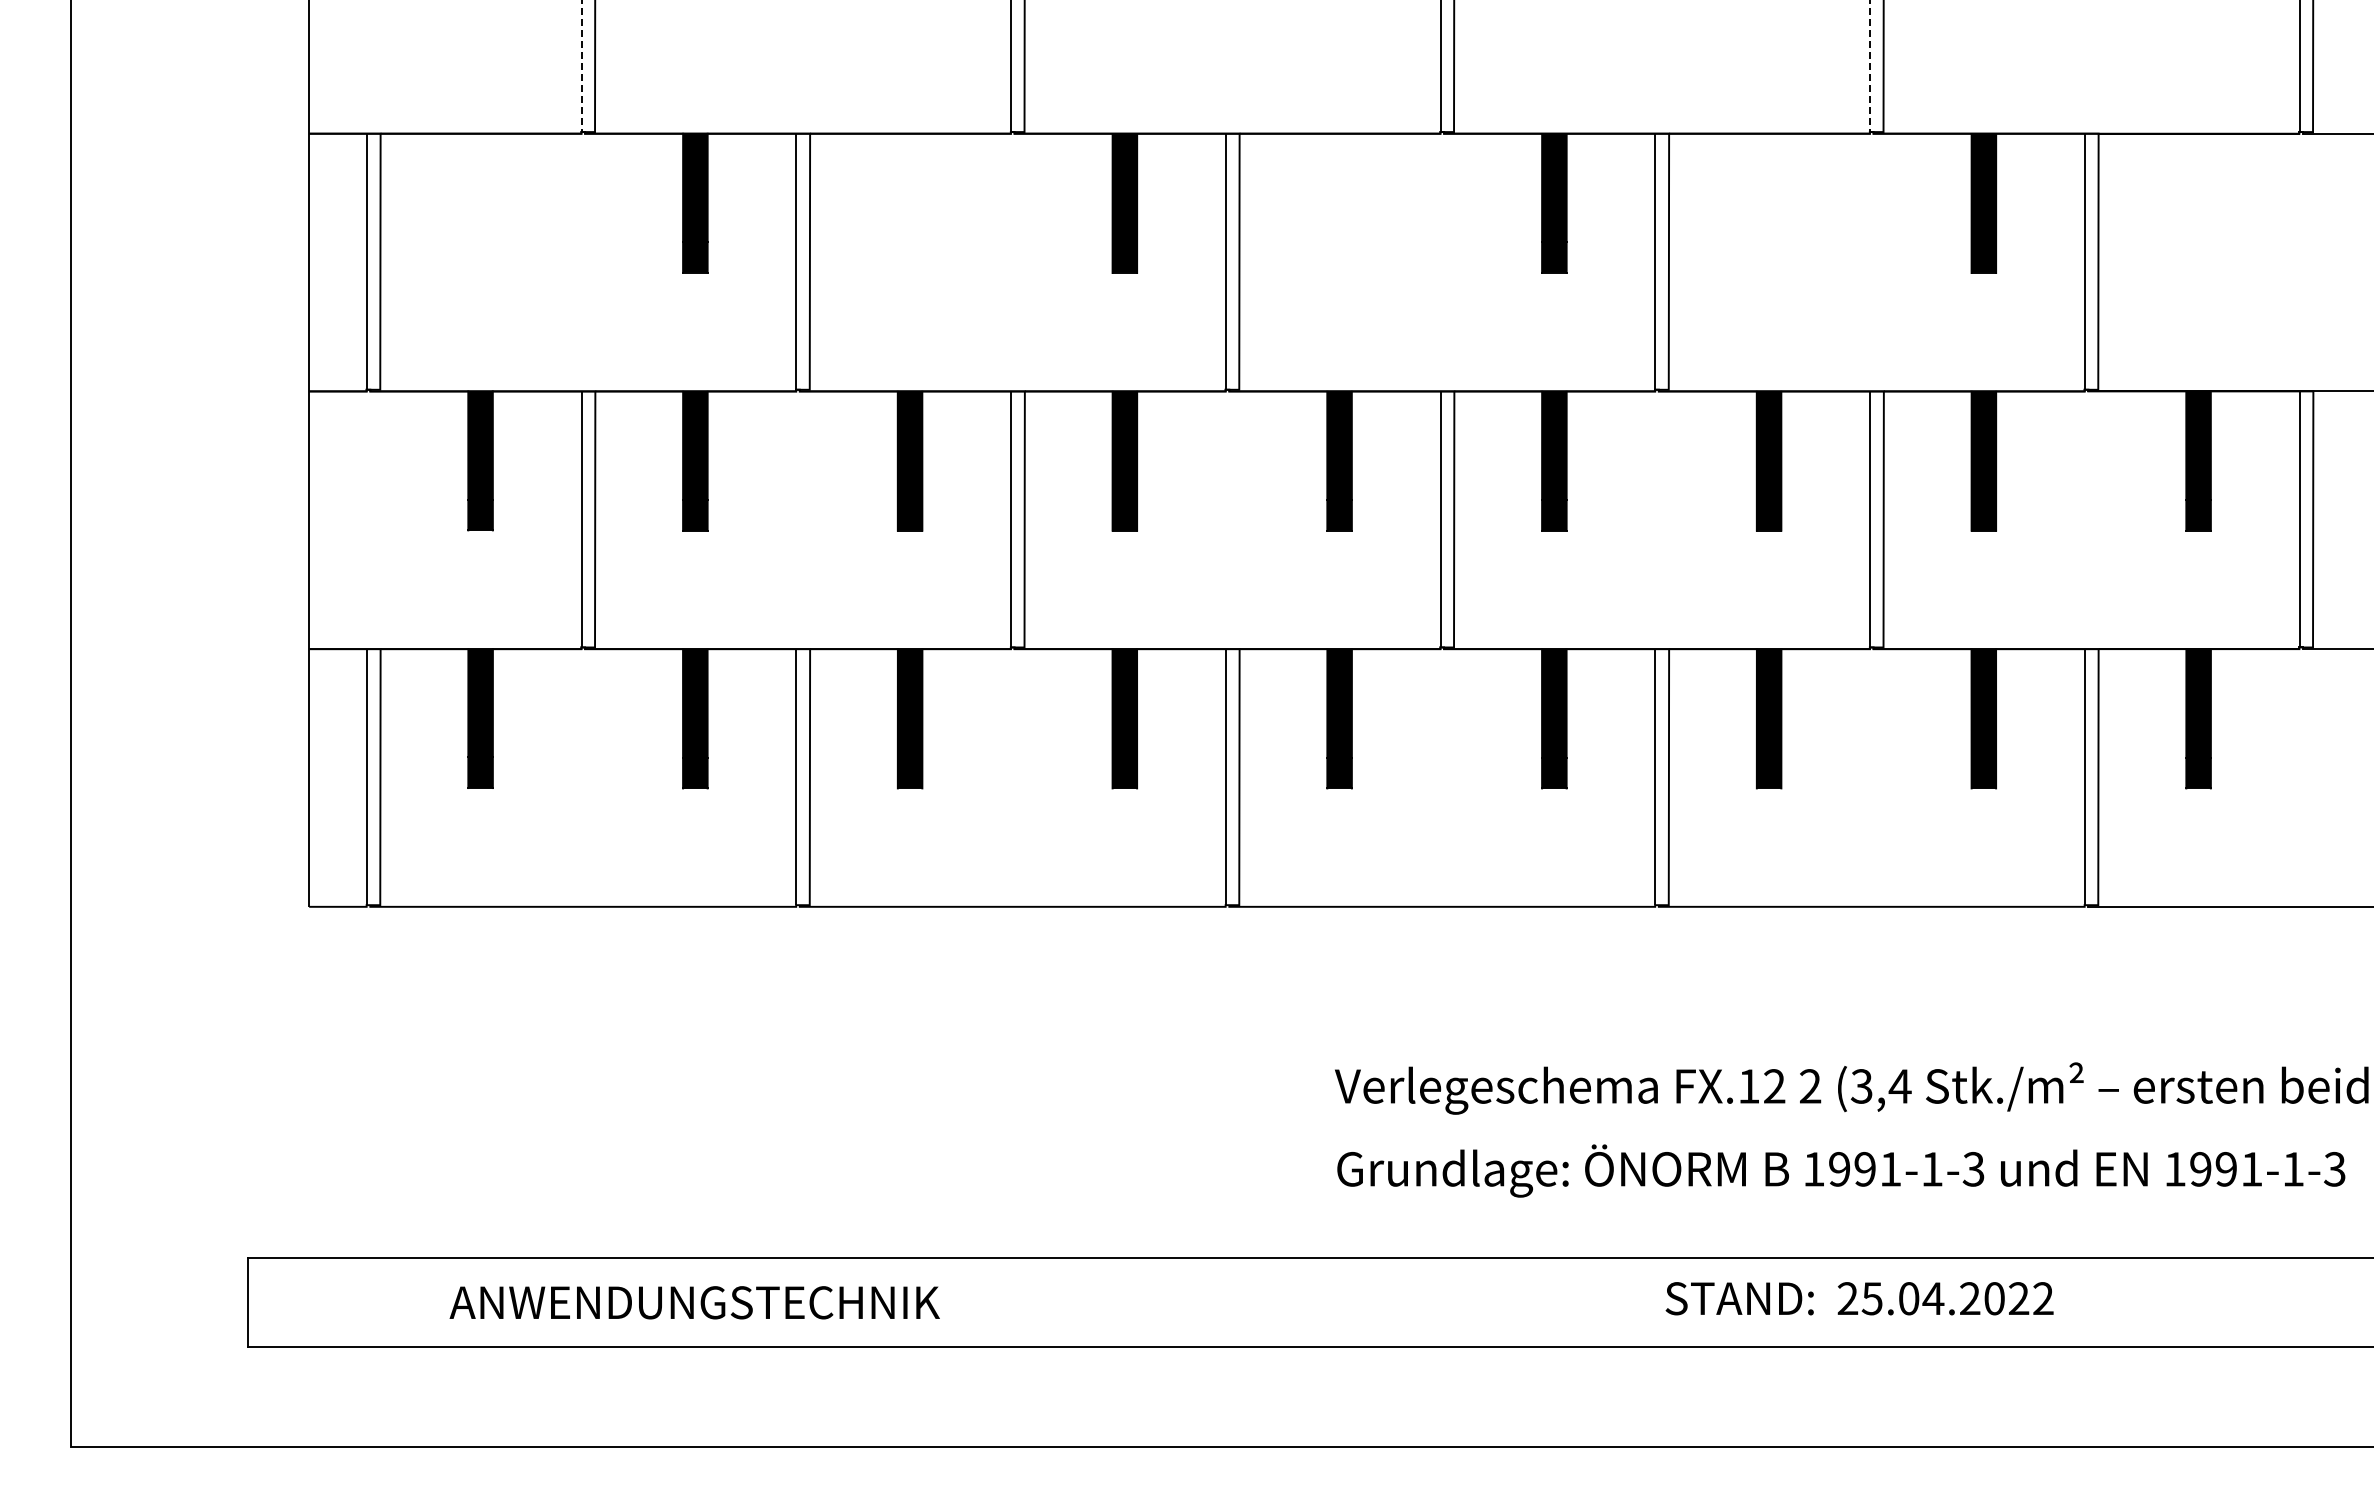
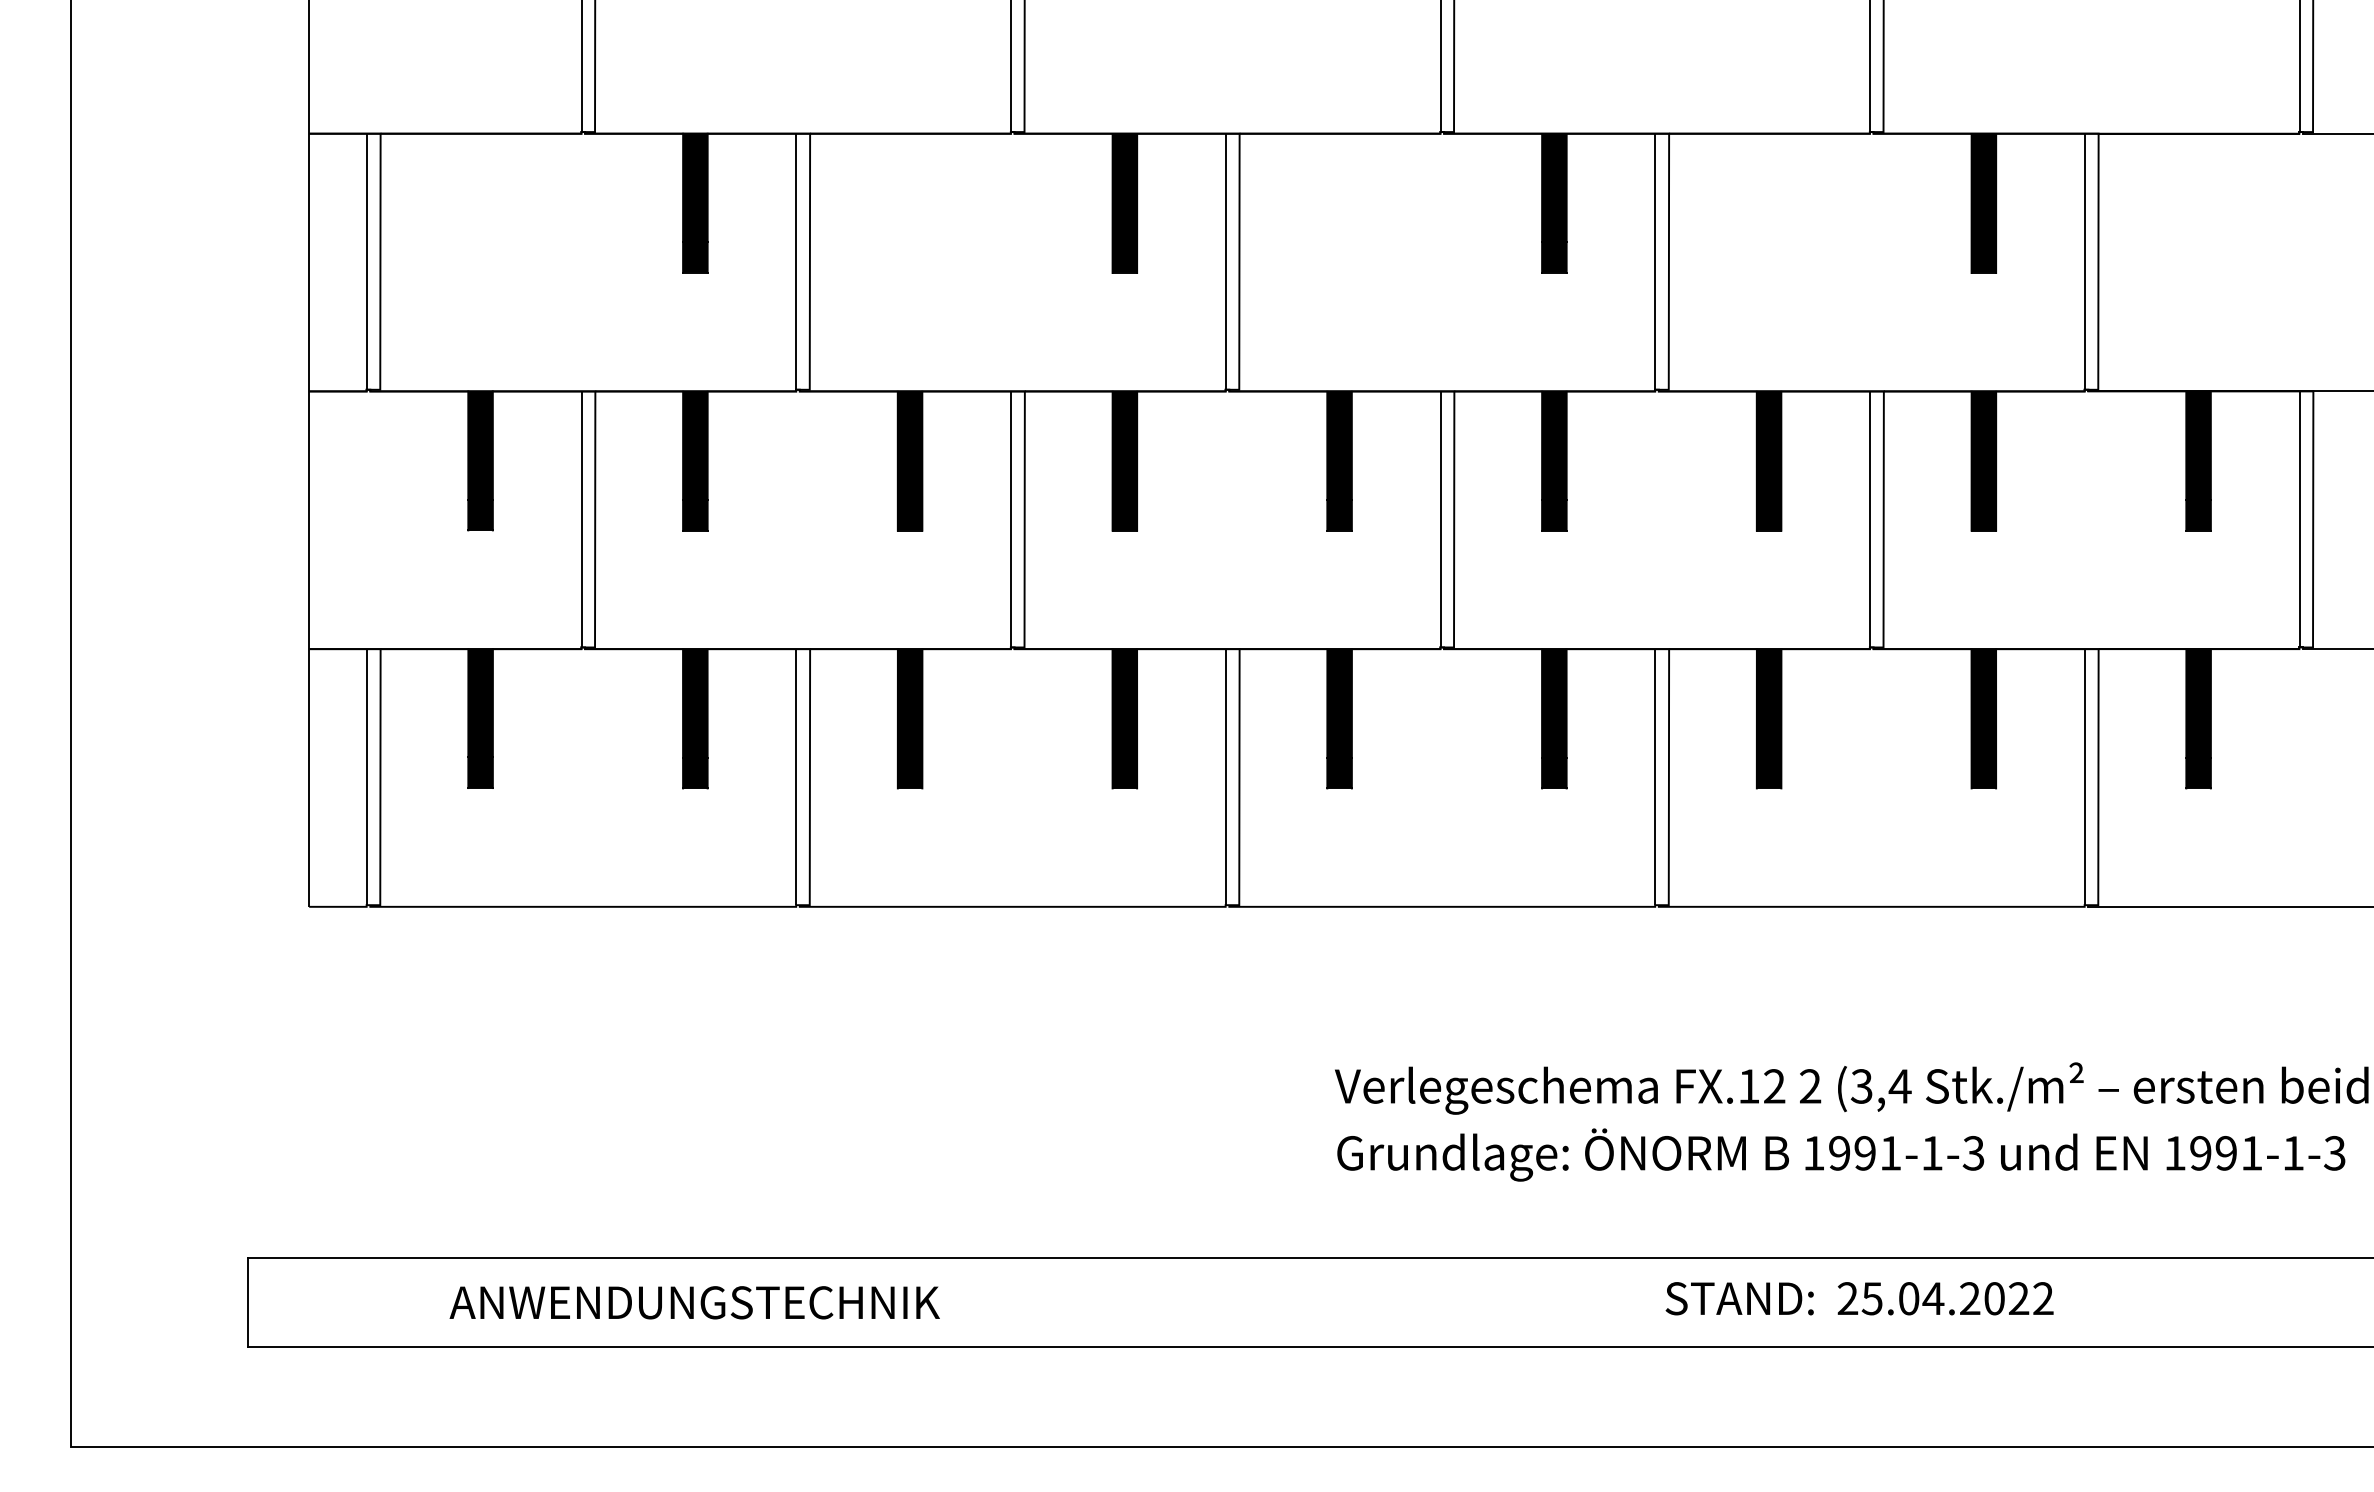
line at (581, 66): dashed -> solid
line at (1870, 66): dashed -> solid
text at (1841, 1170) position: (1841, 1170) -> (1841, 1154)
